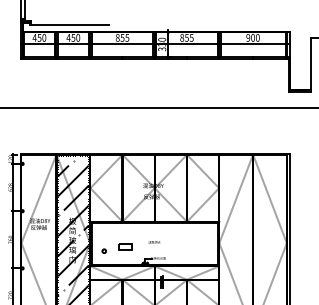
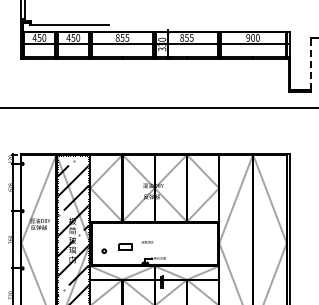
line at (311, 63): solid -> dashed
text at (154, 242) position: (154, 242) -> (147, 242)
